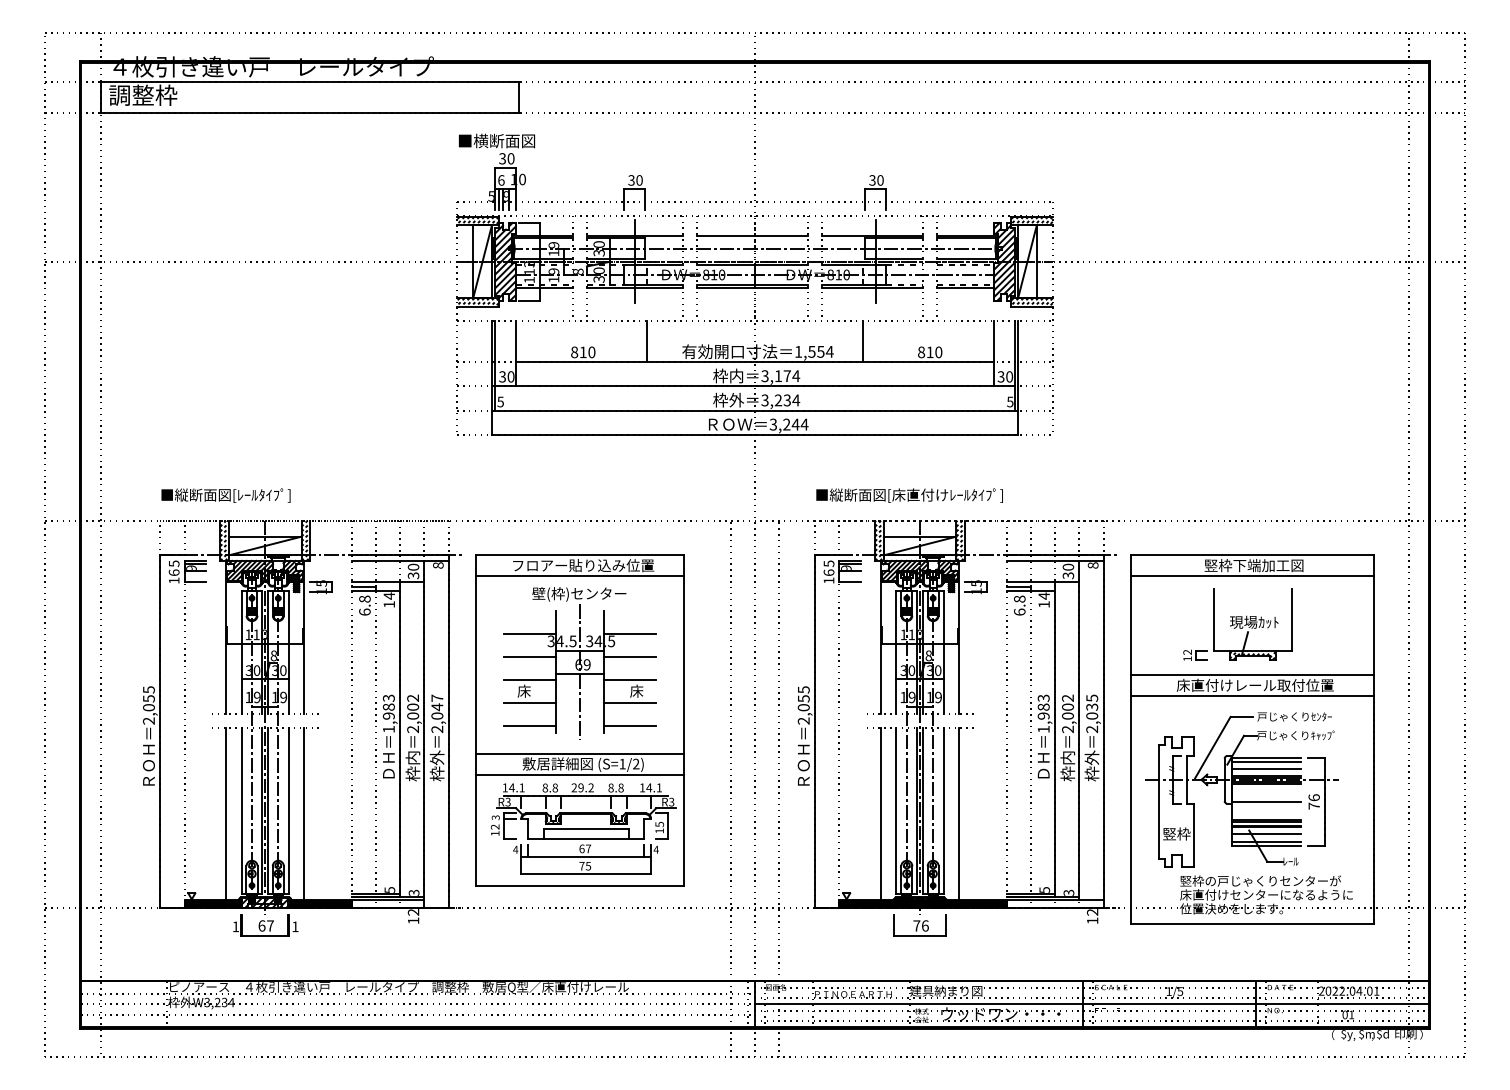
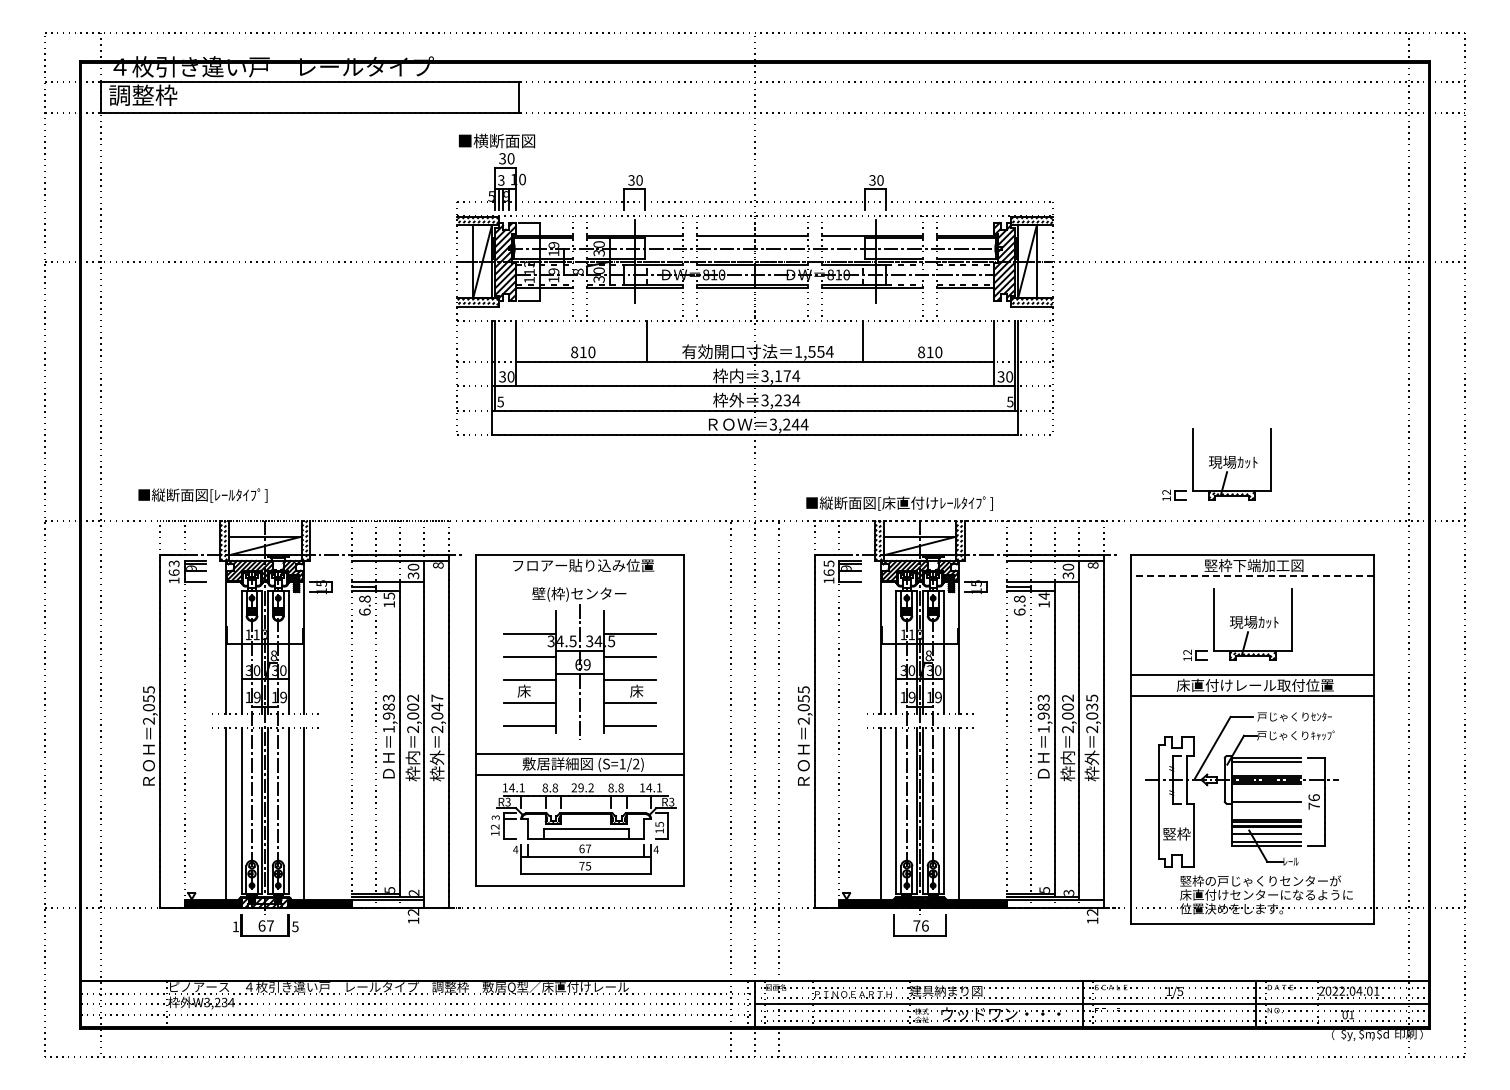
text at (501, 180): 6 -> 3
part at (1216, 464): none -> present
text at (225, 495) position: (225, 495) -> (202, 495)
text at (909, 495) position: (909, 495) -> (899, 503)
text at (173, 563): 5 -> 3
line at (580, 576): present -> none
line at (1251, 576): solid -> dashed
text at (389, 595): 14 -> 15
line at (1265, 769): present -> none
text at (414, 892): 3 -> 2
text at (295, 926): 1 -> 5
